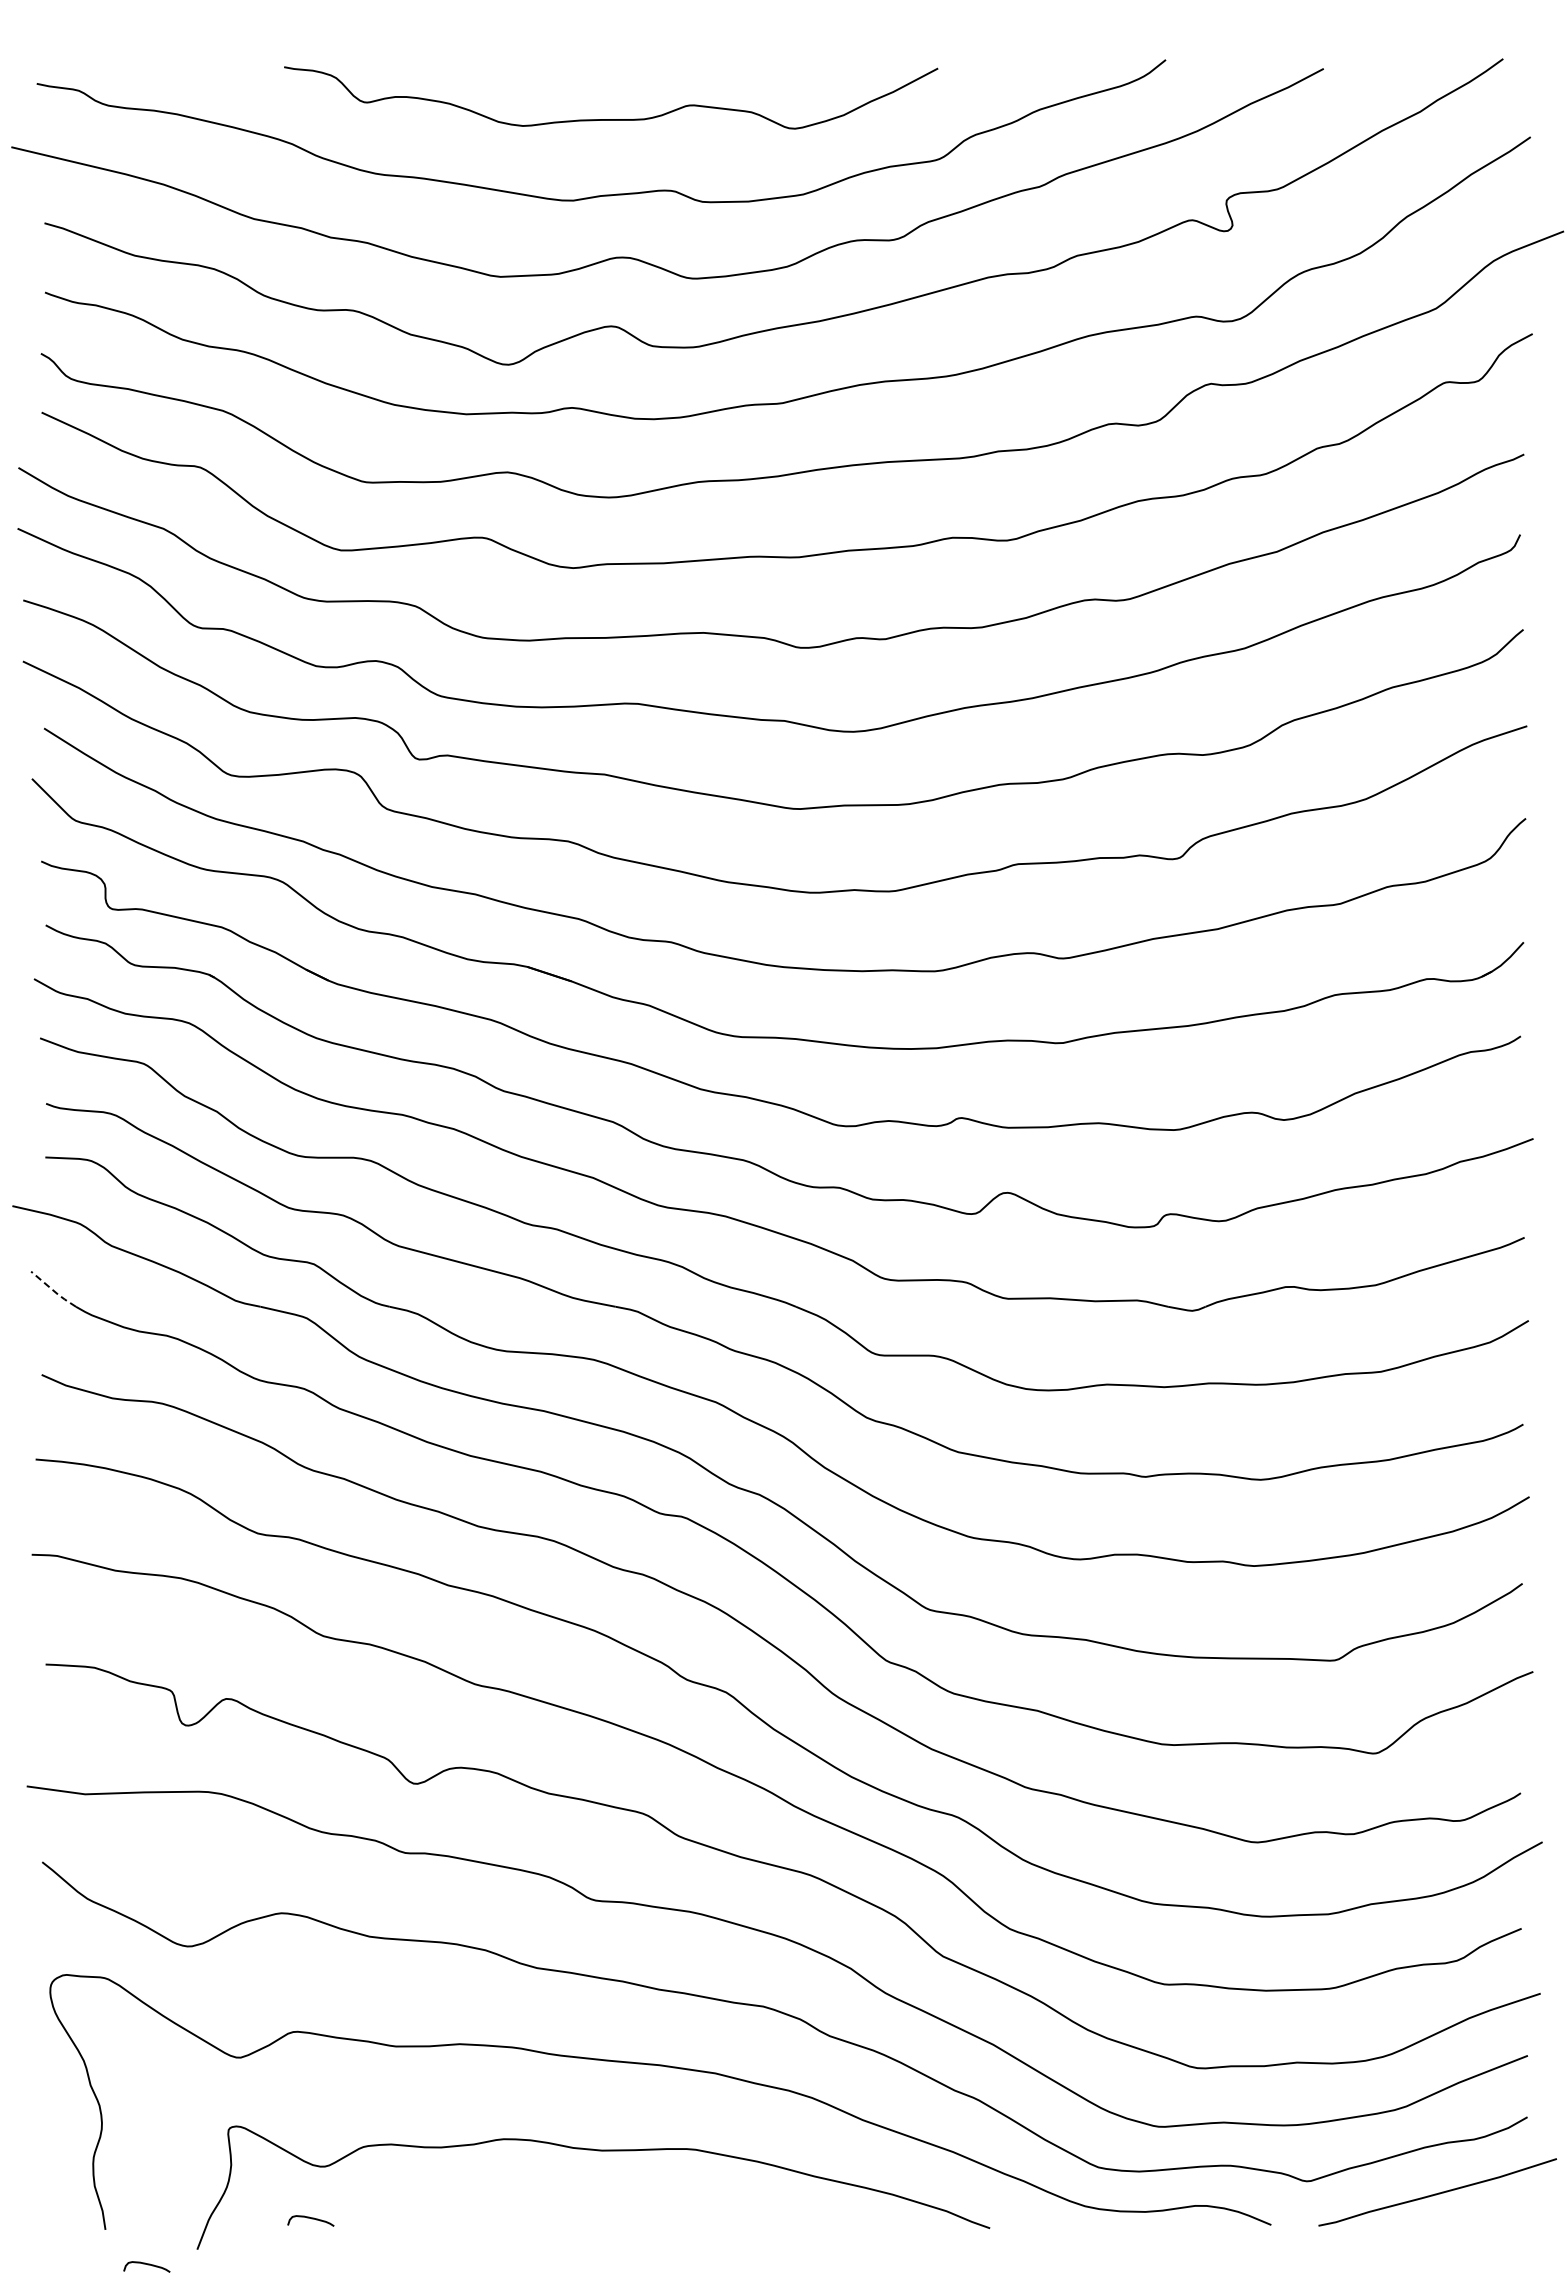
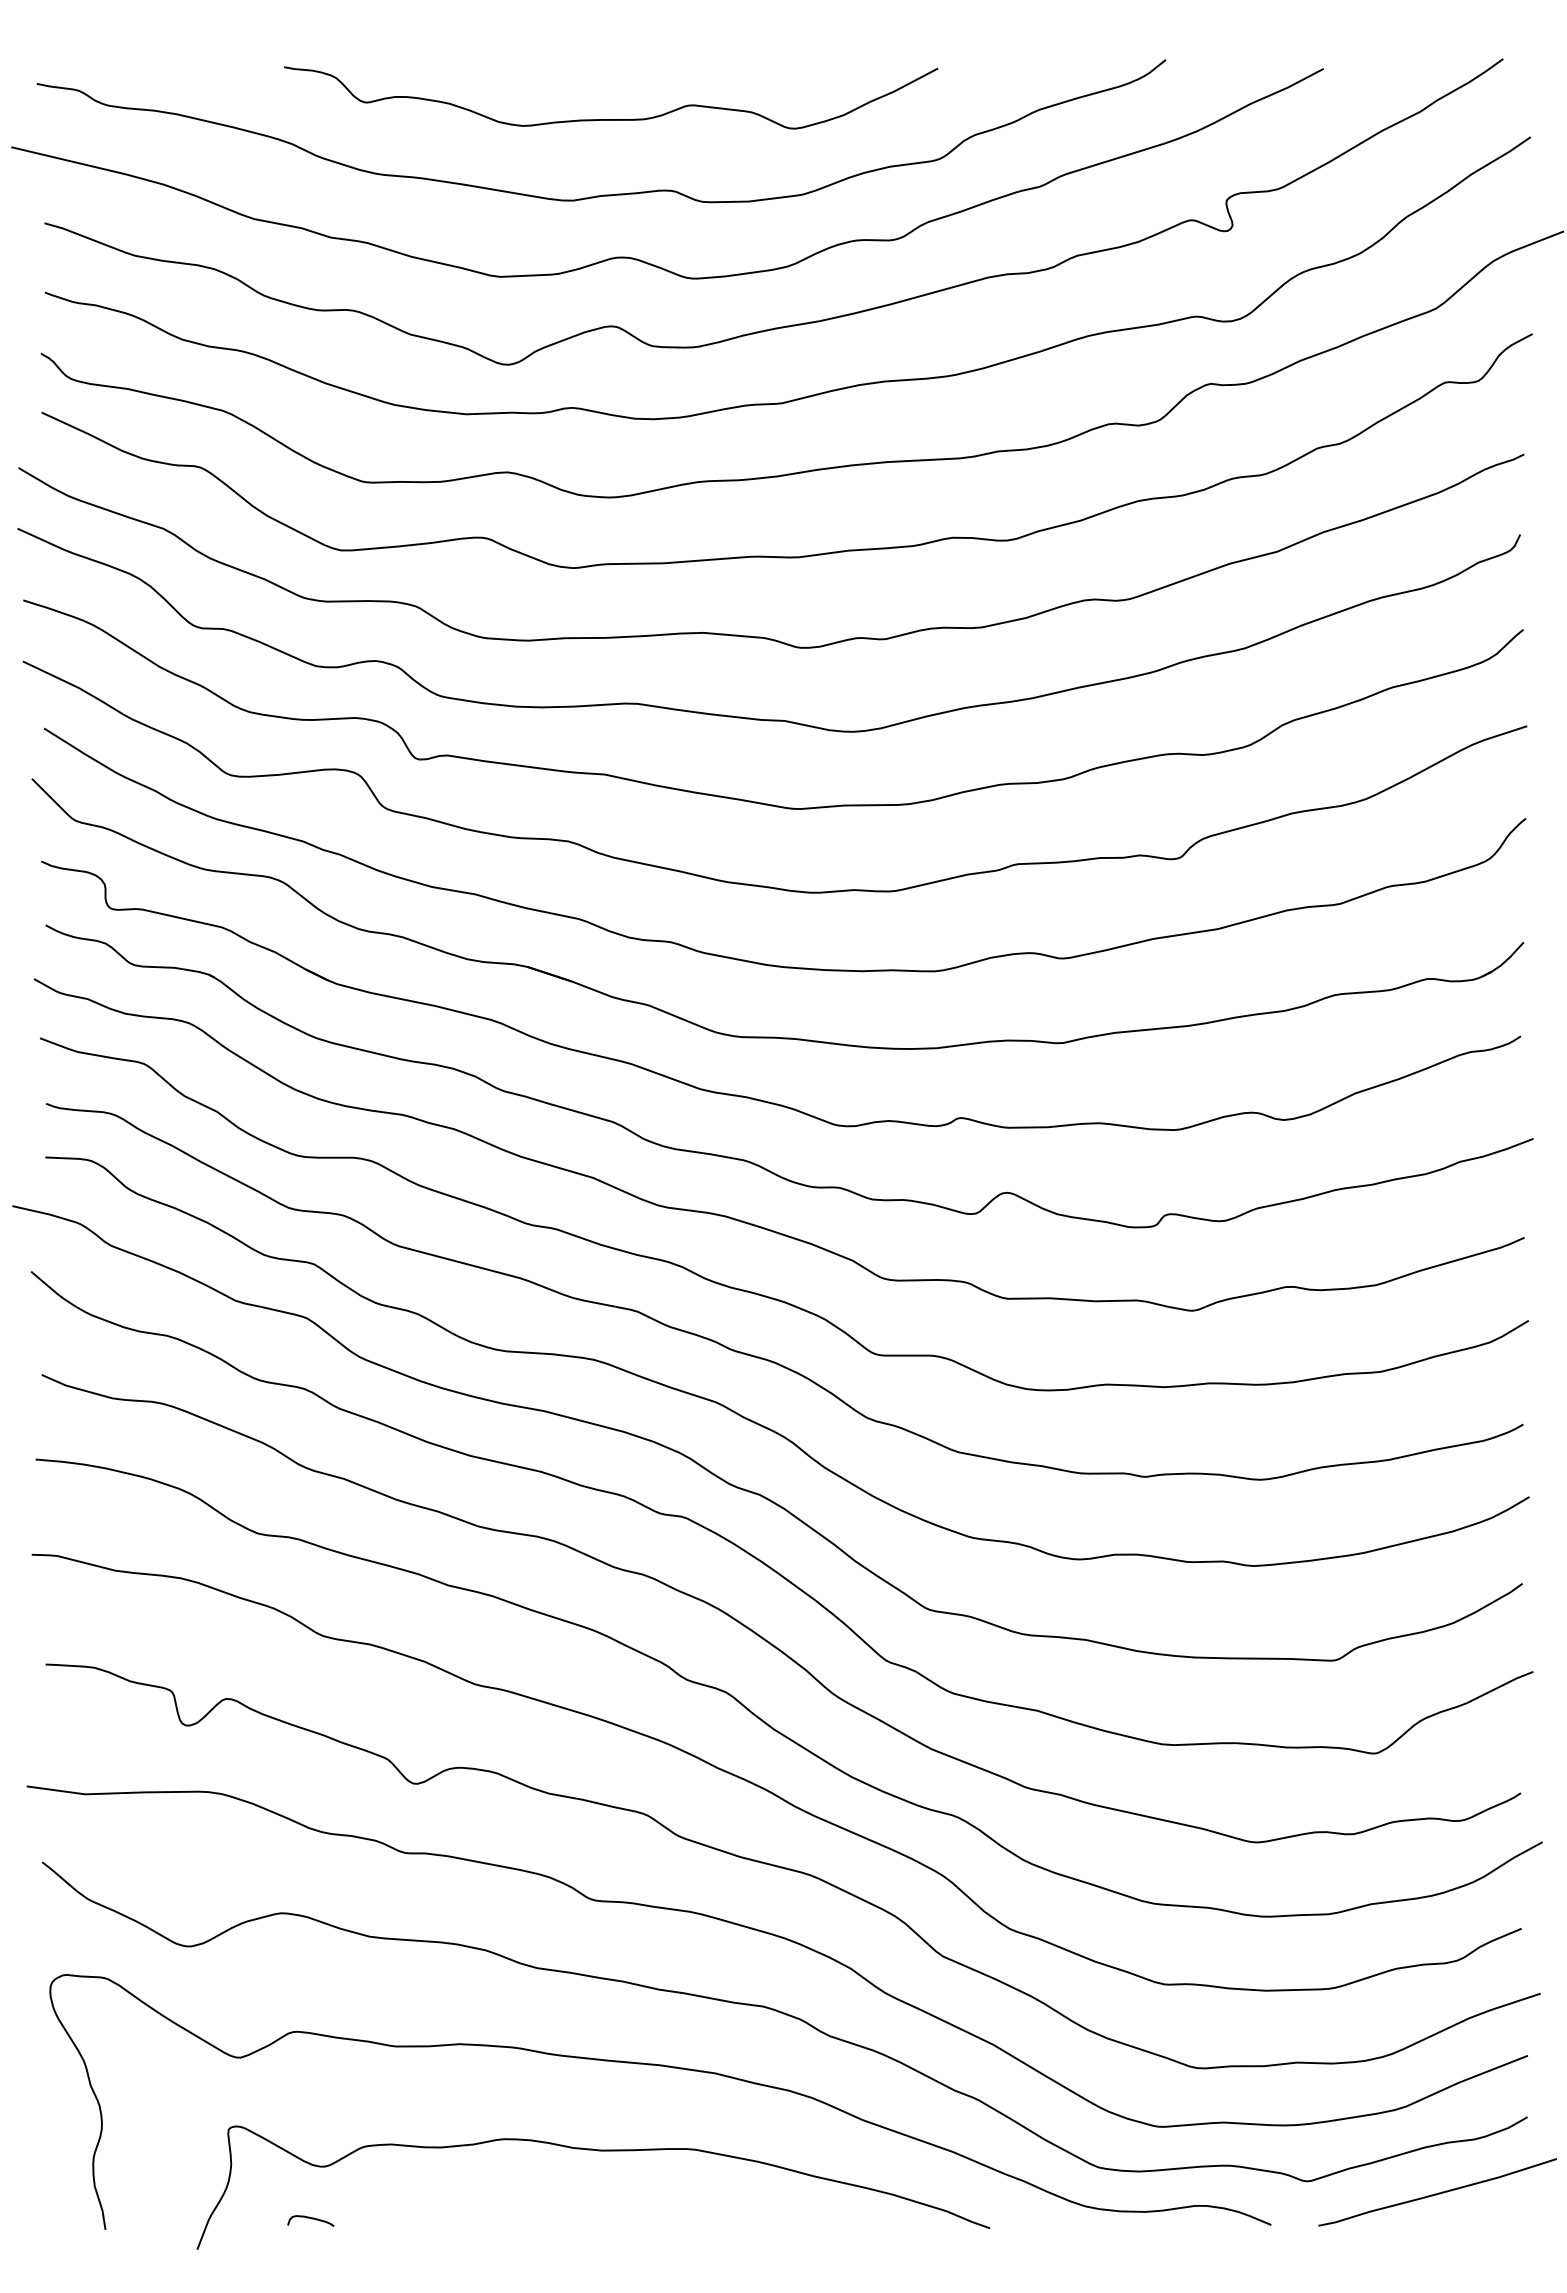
line at (53, 1290): dashed -> solid
curve at (147, 2265): present -> none
